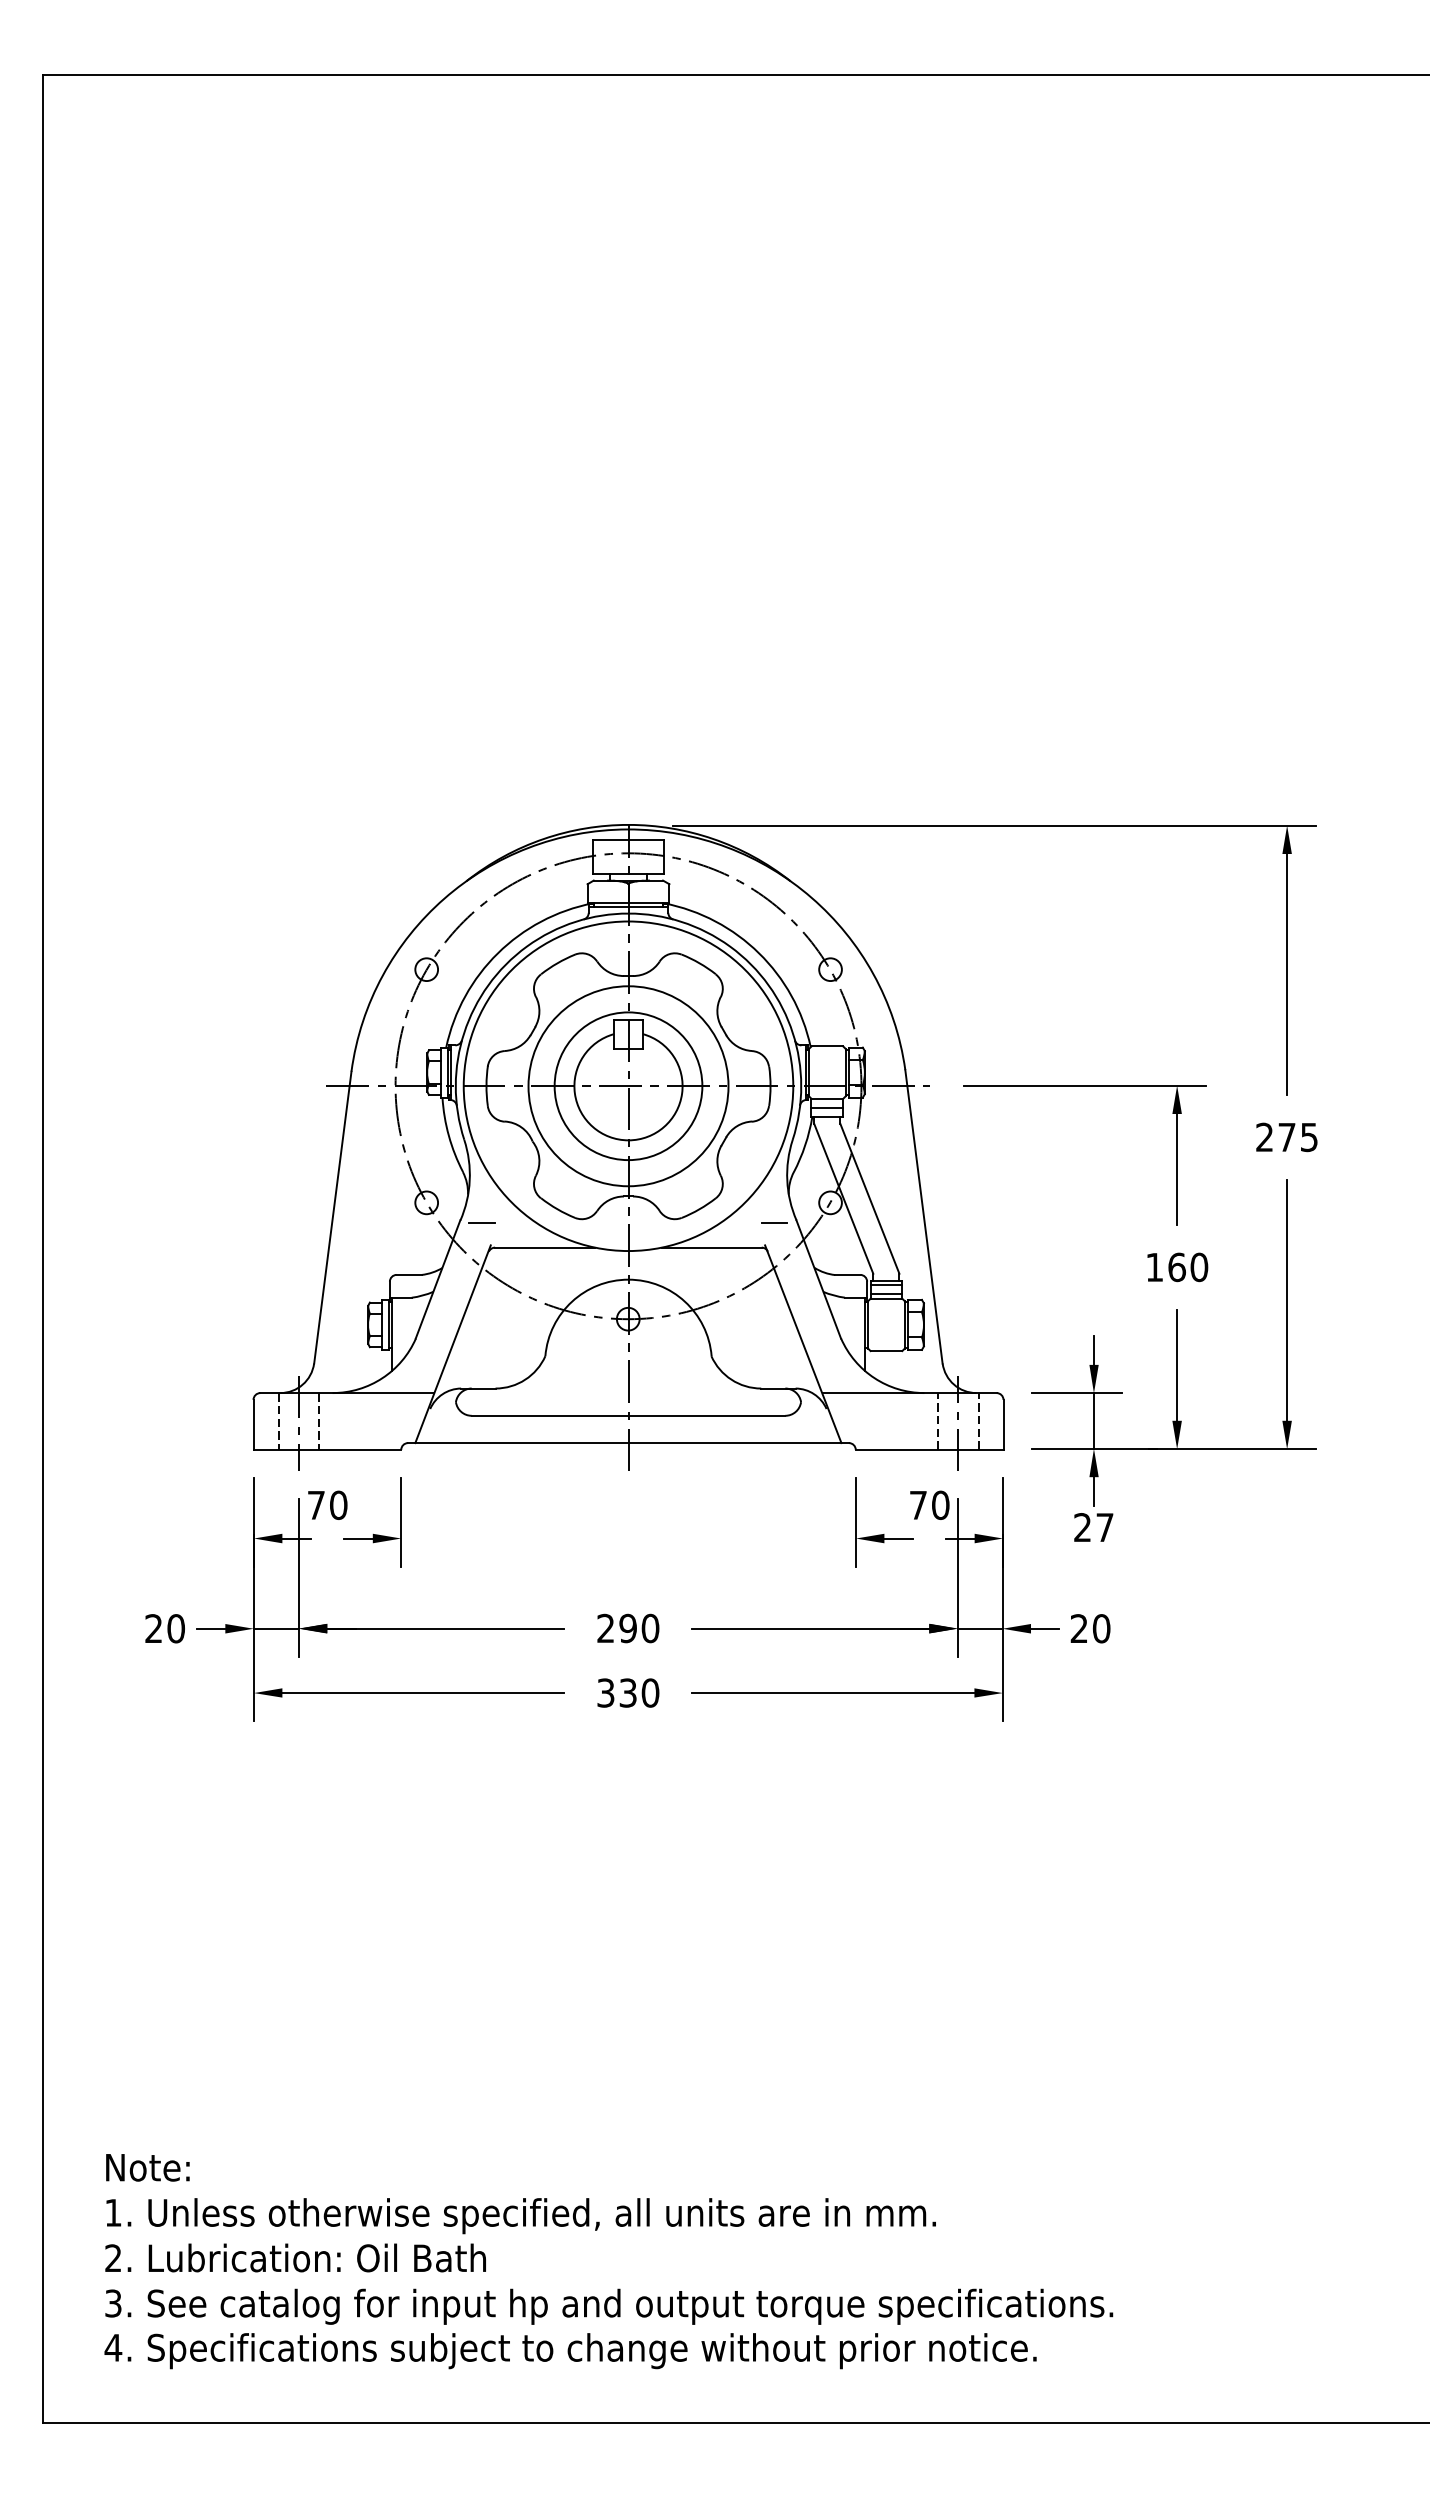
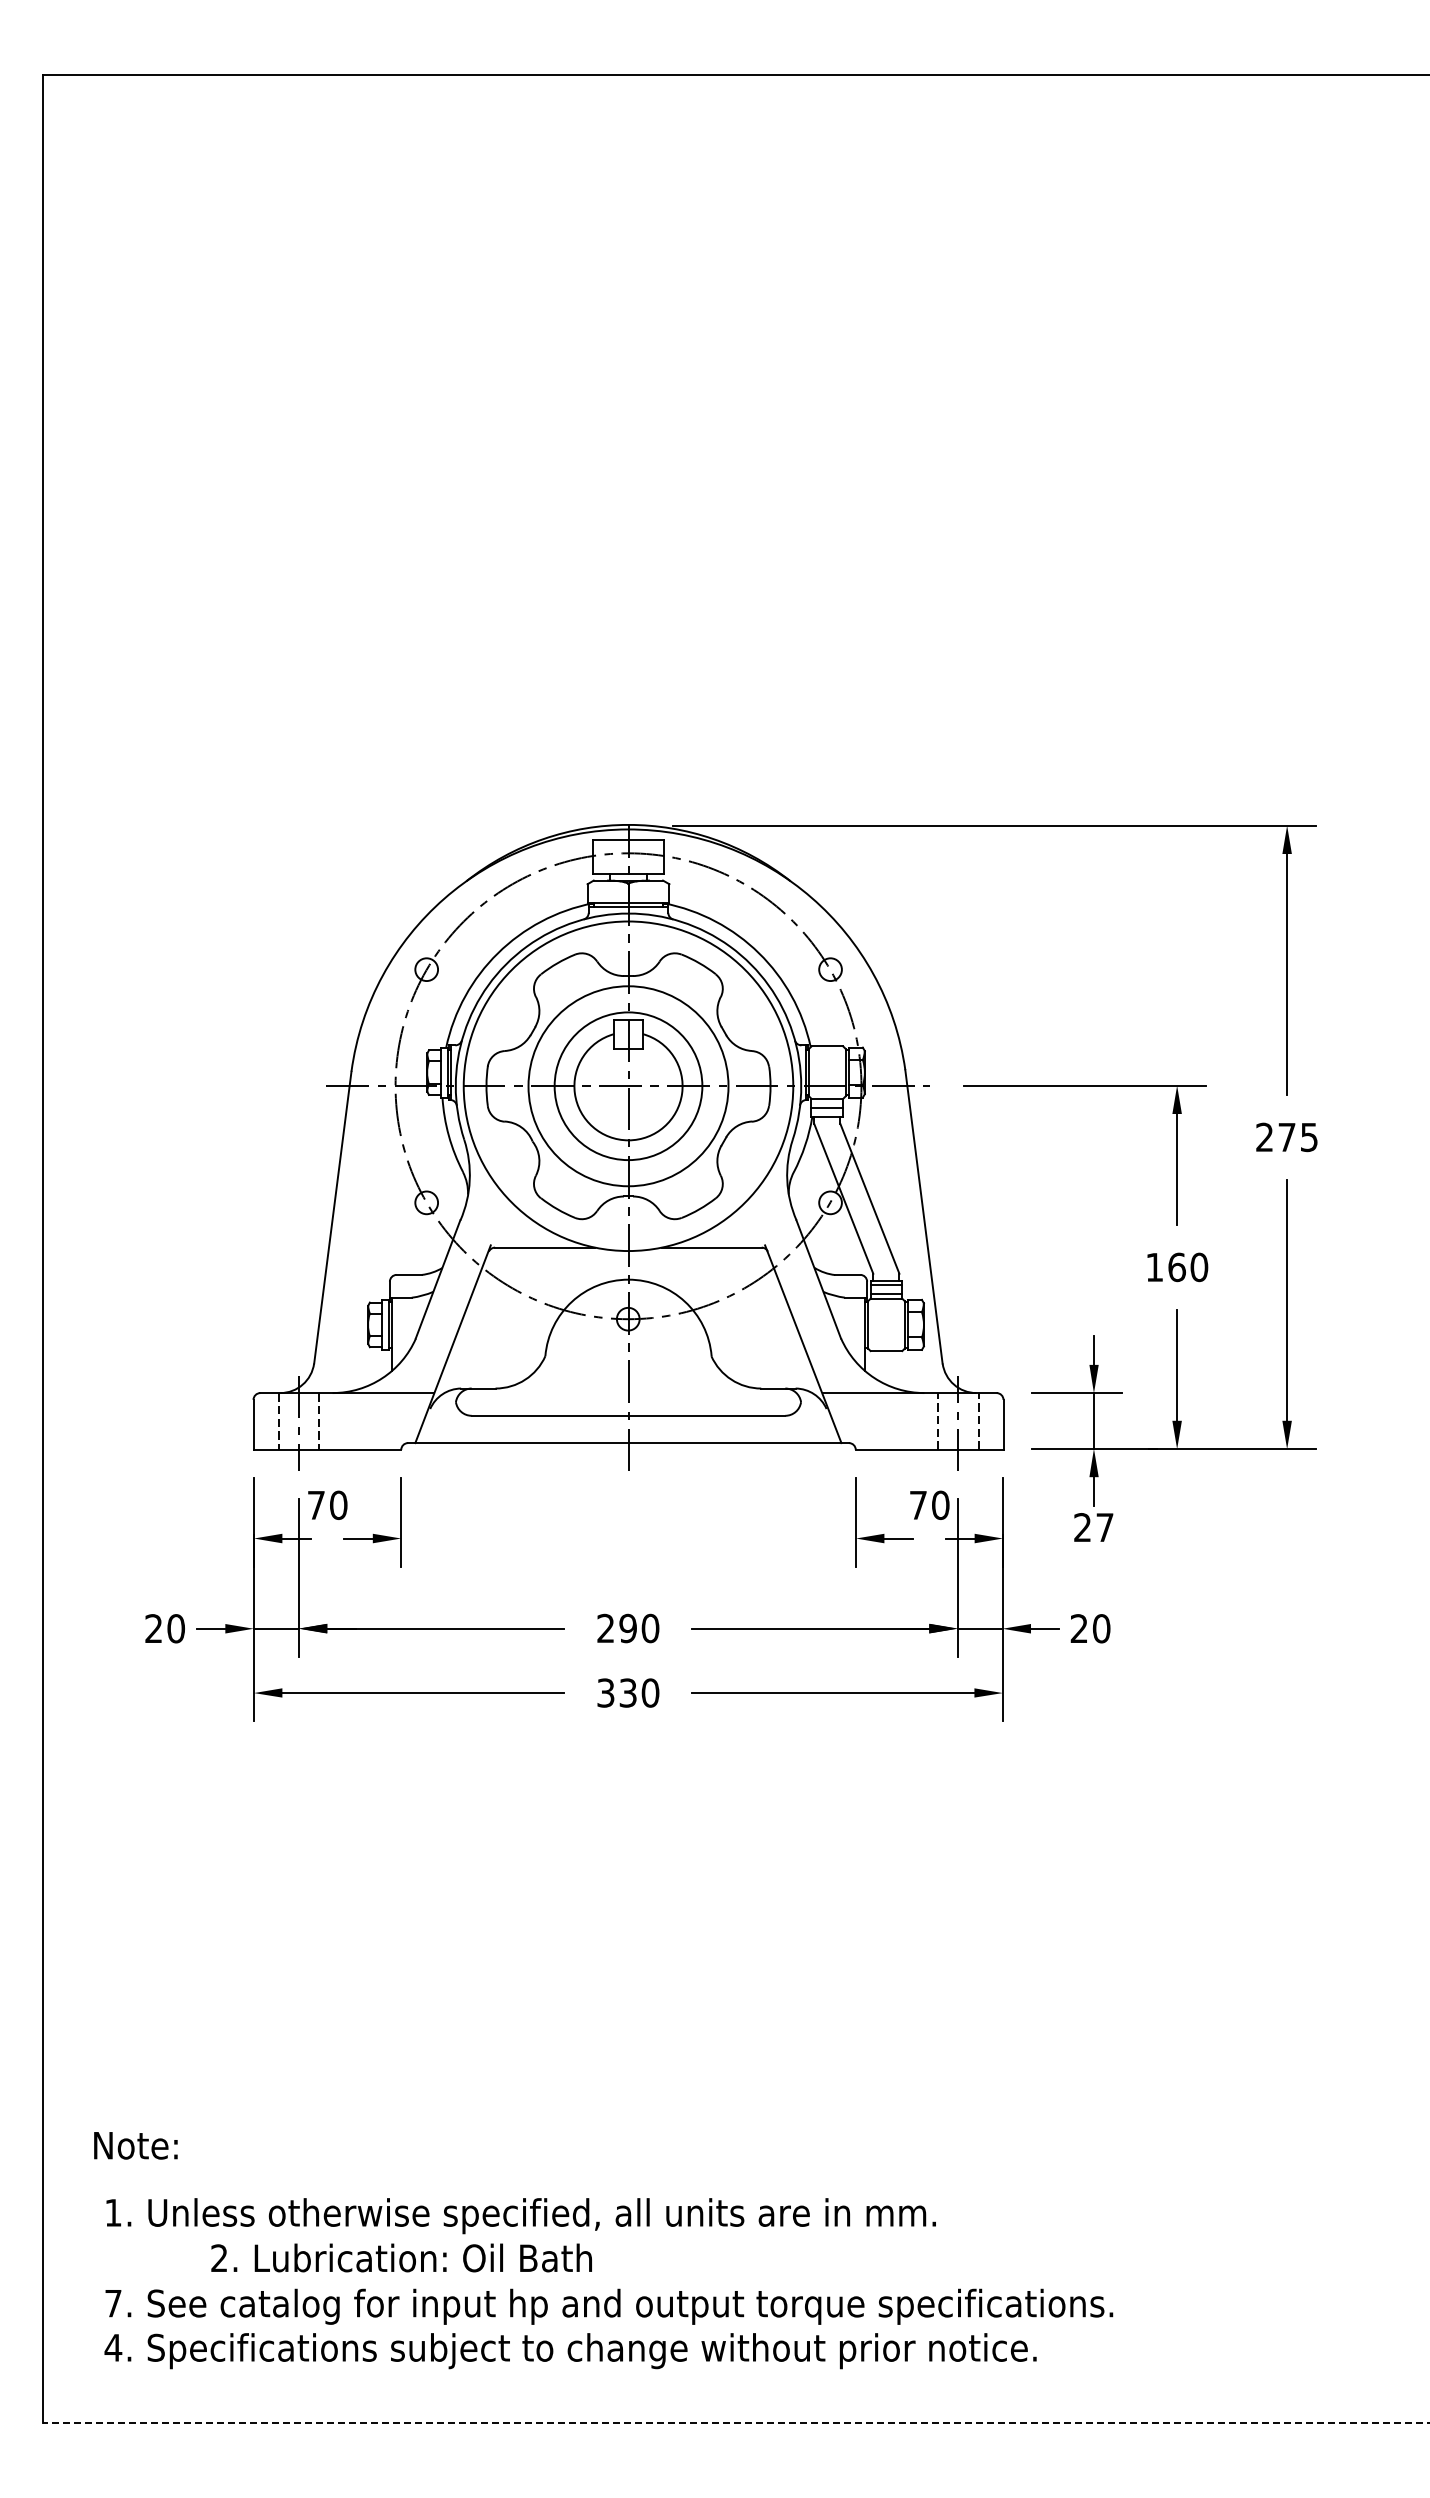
line at (482, 1222): present -> none
line at (774, 1222): present -> none
text at (147, 2167) position: (147, 2167) -> (135, 2145)
text at (295, 2257) position: (295, 2257) -> (401, 2257)
text at (113, 2303): 3. -> 7.
line at (735, 2423): solid -> dashed
